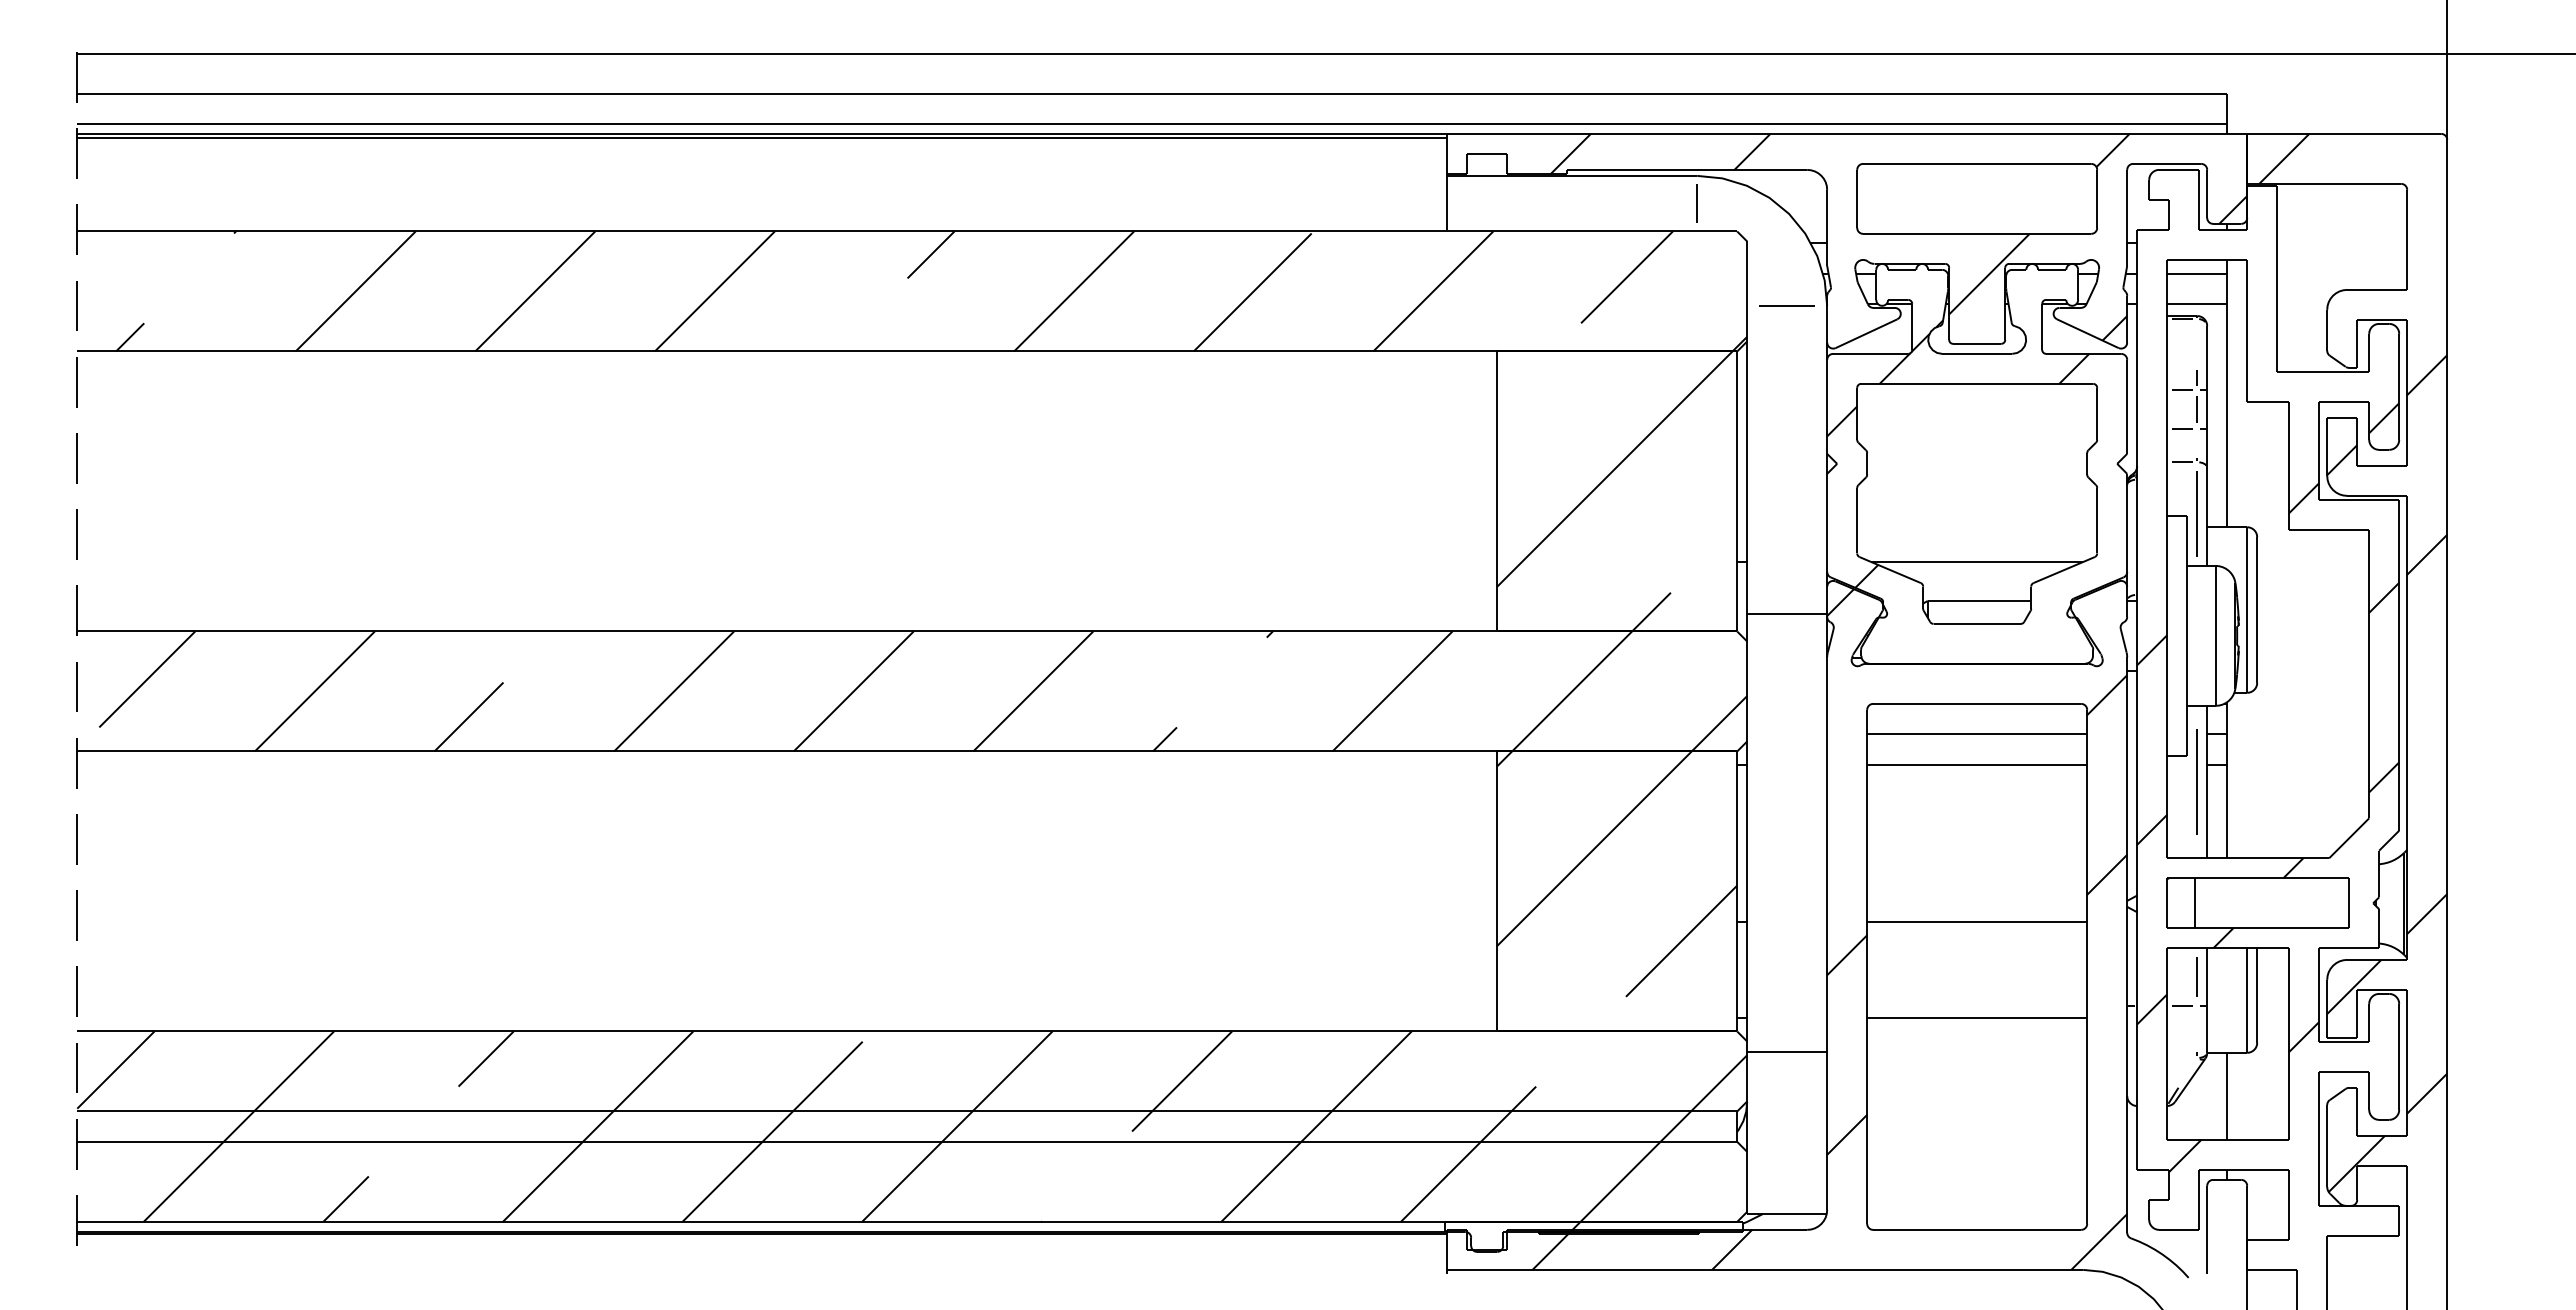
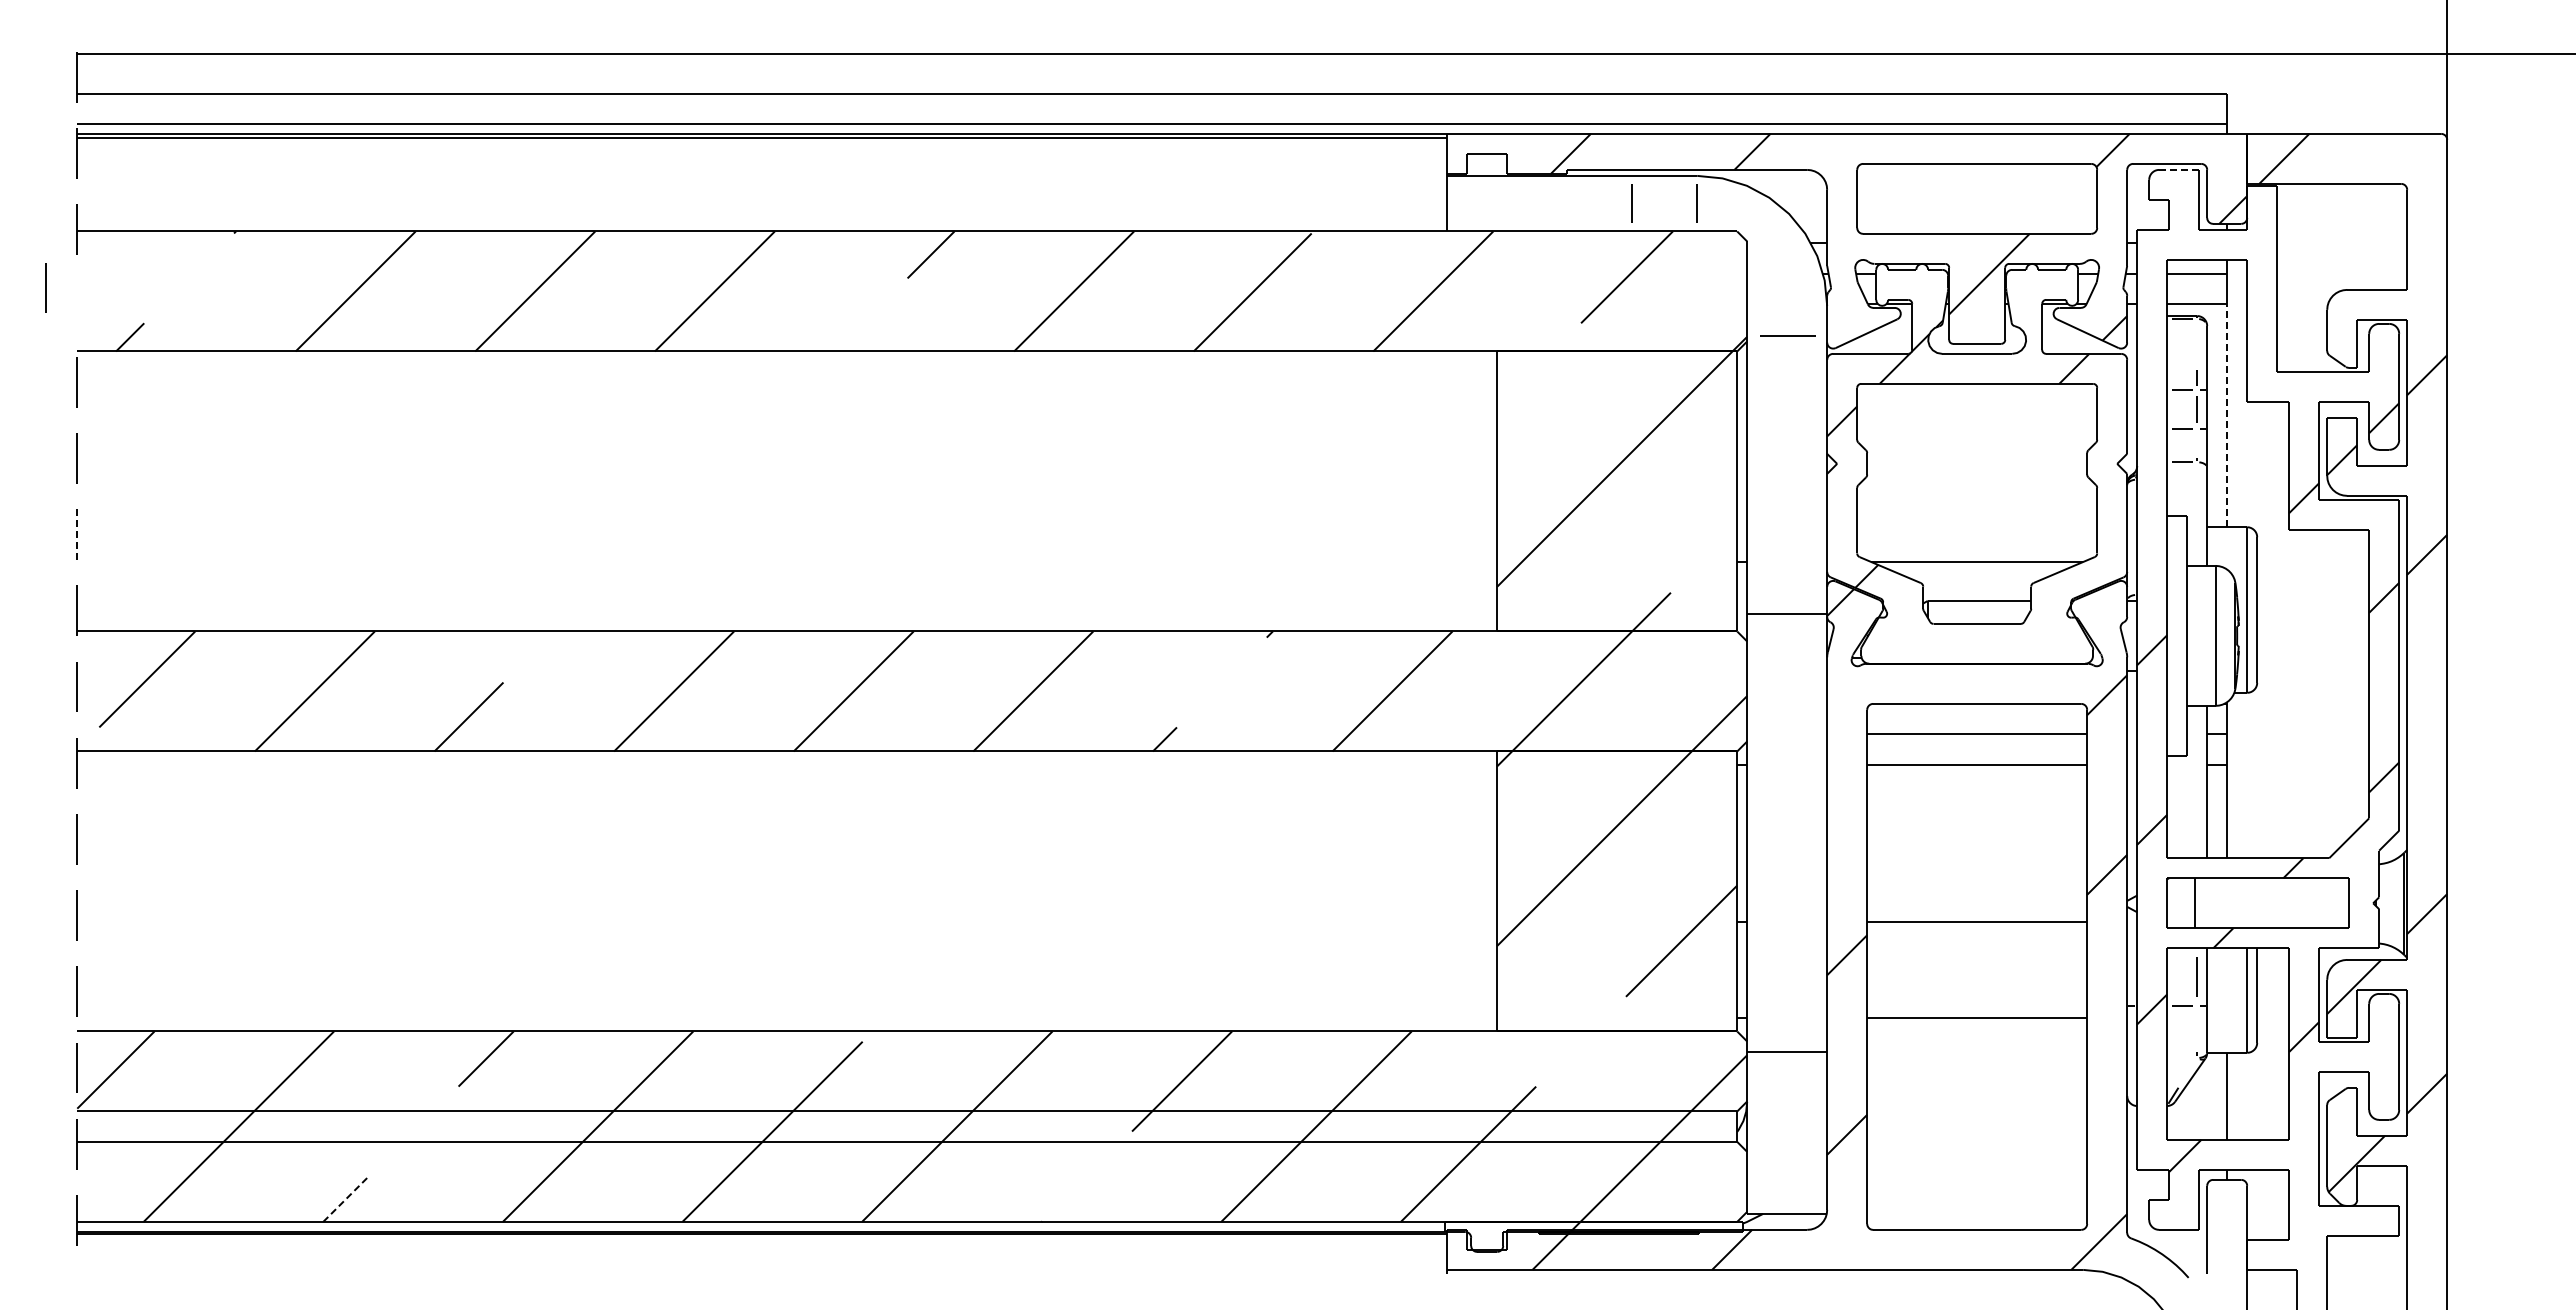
line at (2179, 169): solid -> dashed
line at (1631, 203): none -> present
line at (76, 305) position: (76, 305) -> (45, 287)
line at (1786, 305) position: (1786, 305) -> (1787, 335)
line at (2227, 415): solid -> dashed
line at (2196, 513): present -> none
line at (77, 535): solid -> dashed
line at (2196, 781): present -> none
line at (346, 1198): solid -> dashed
